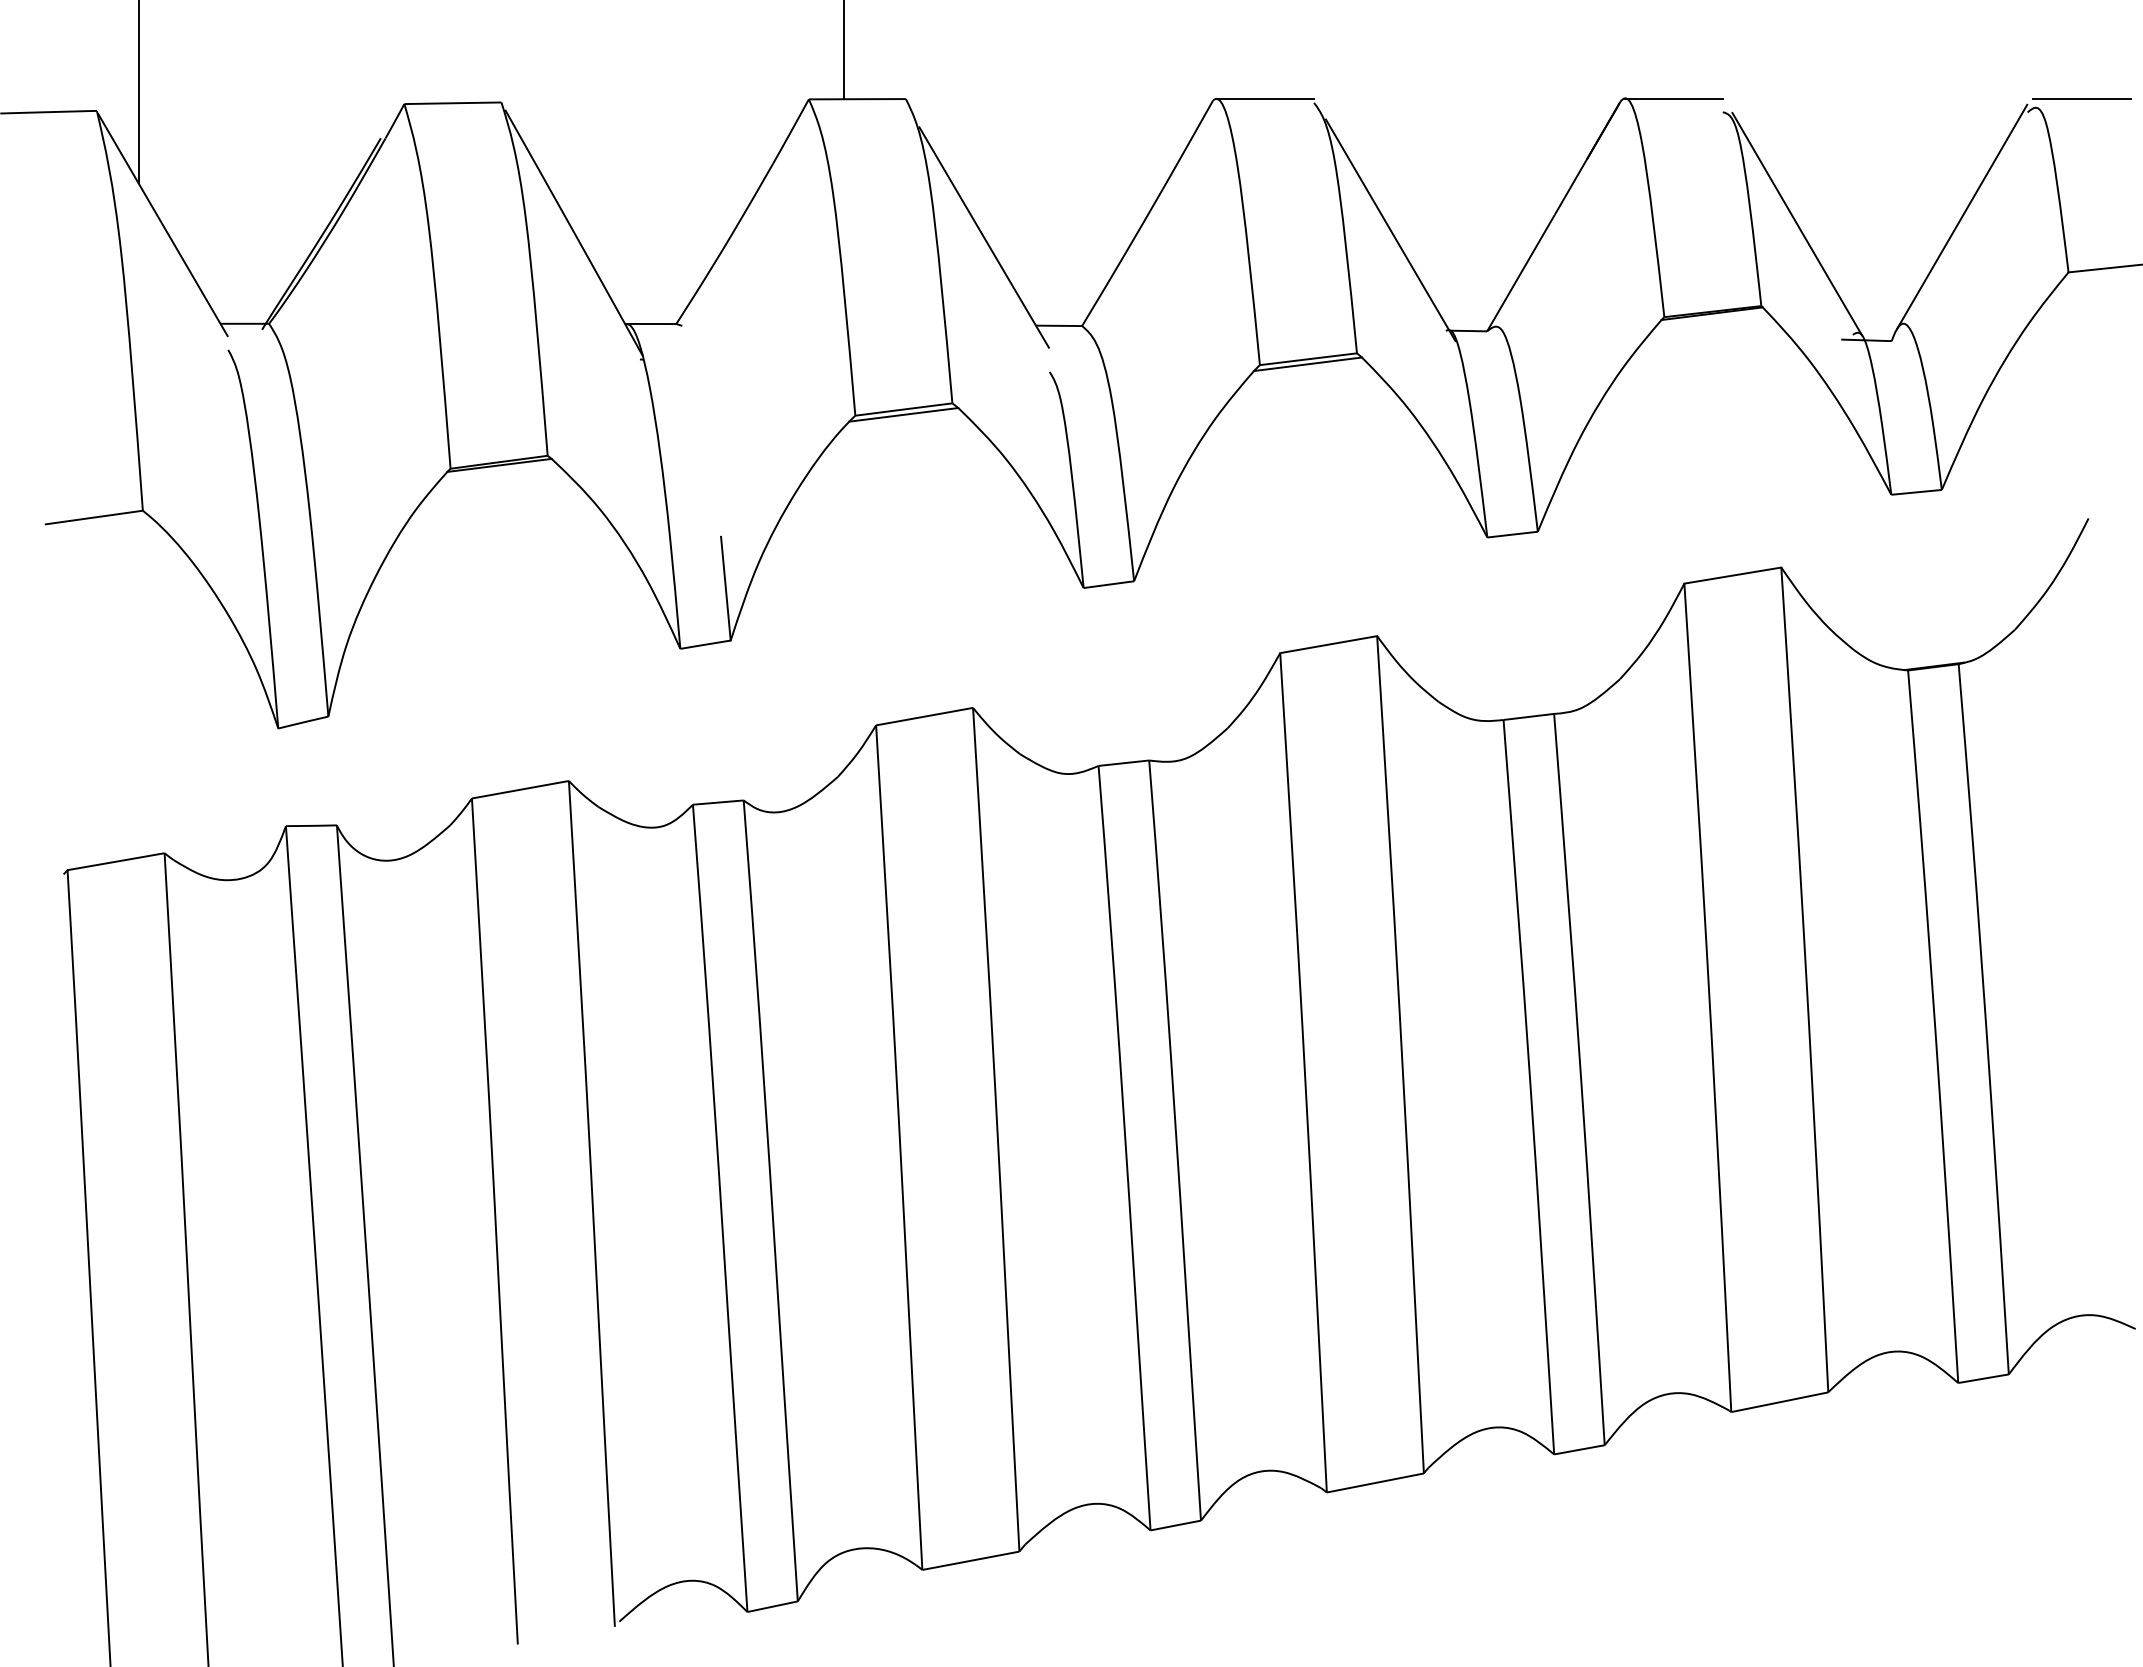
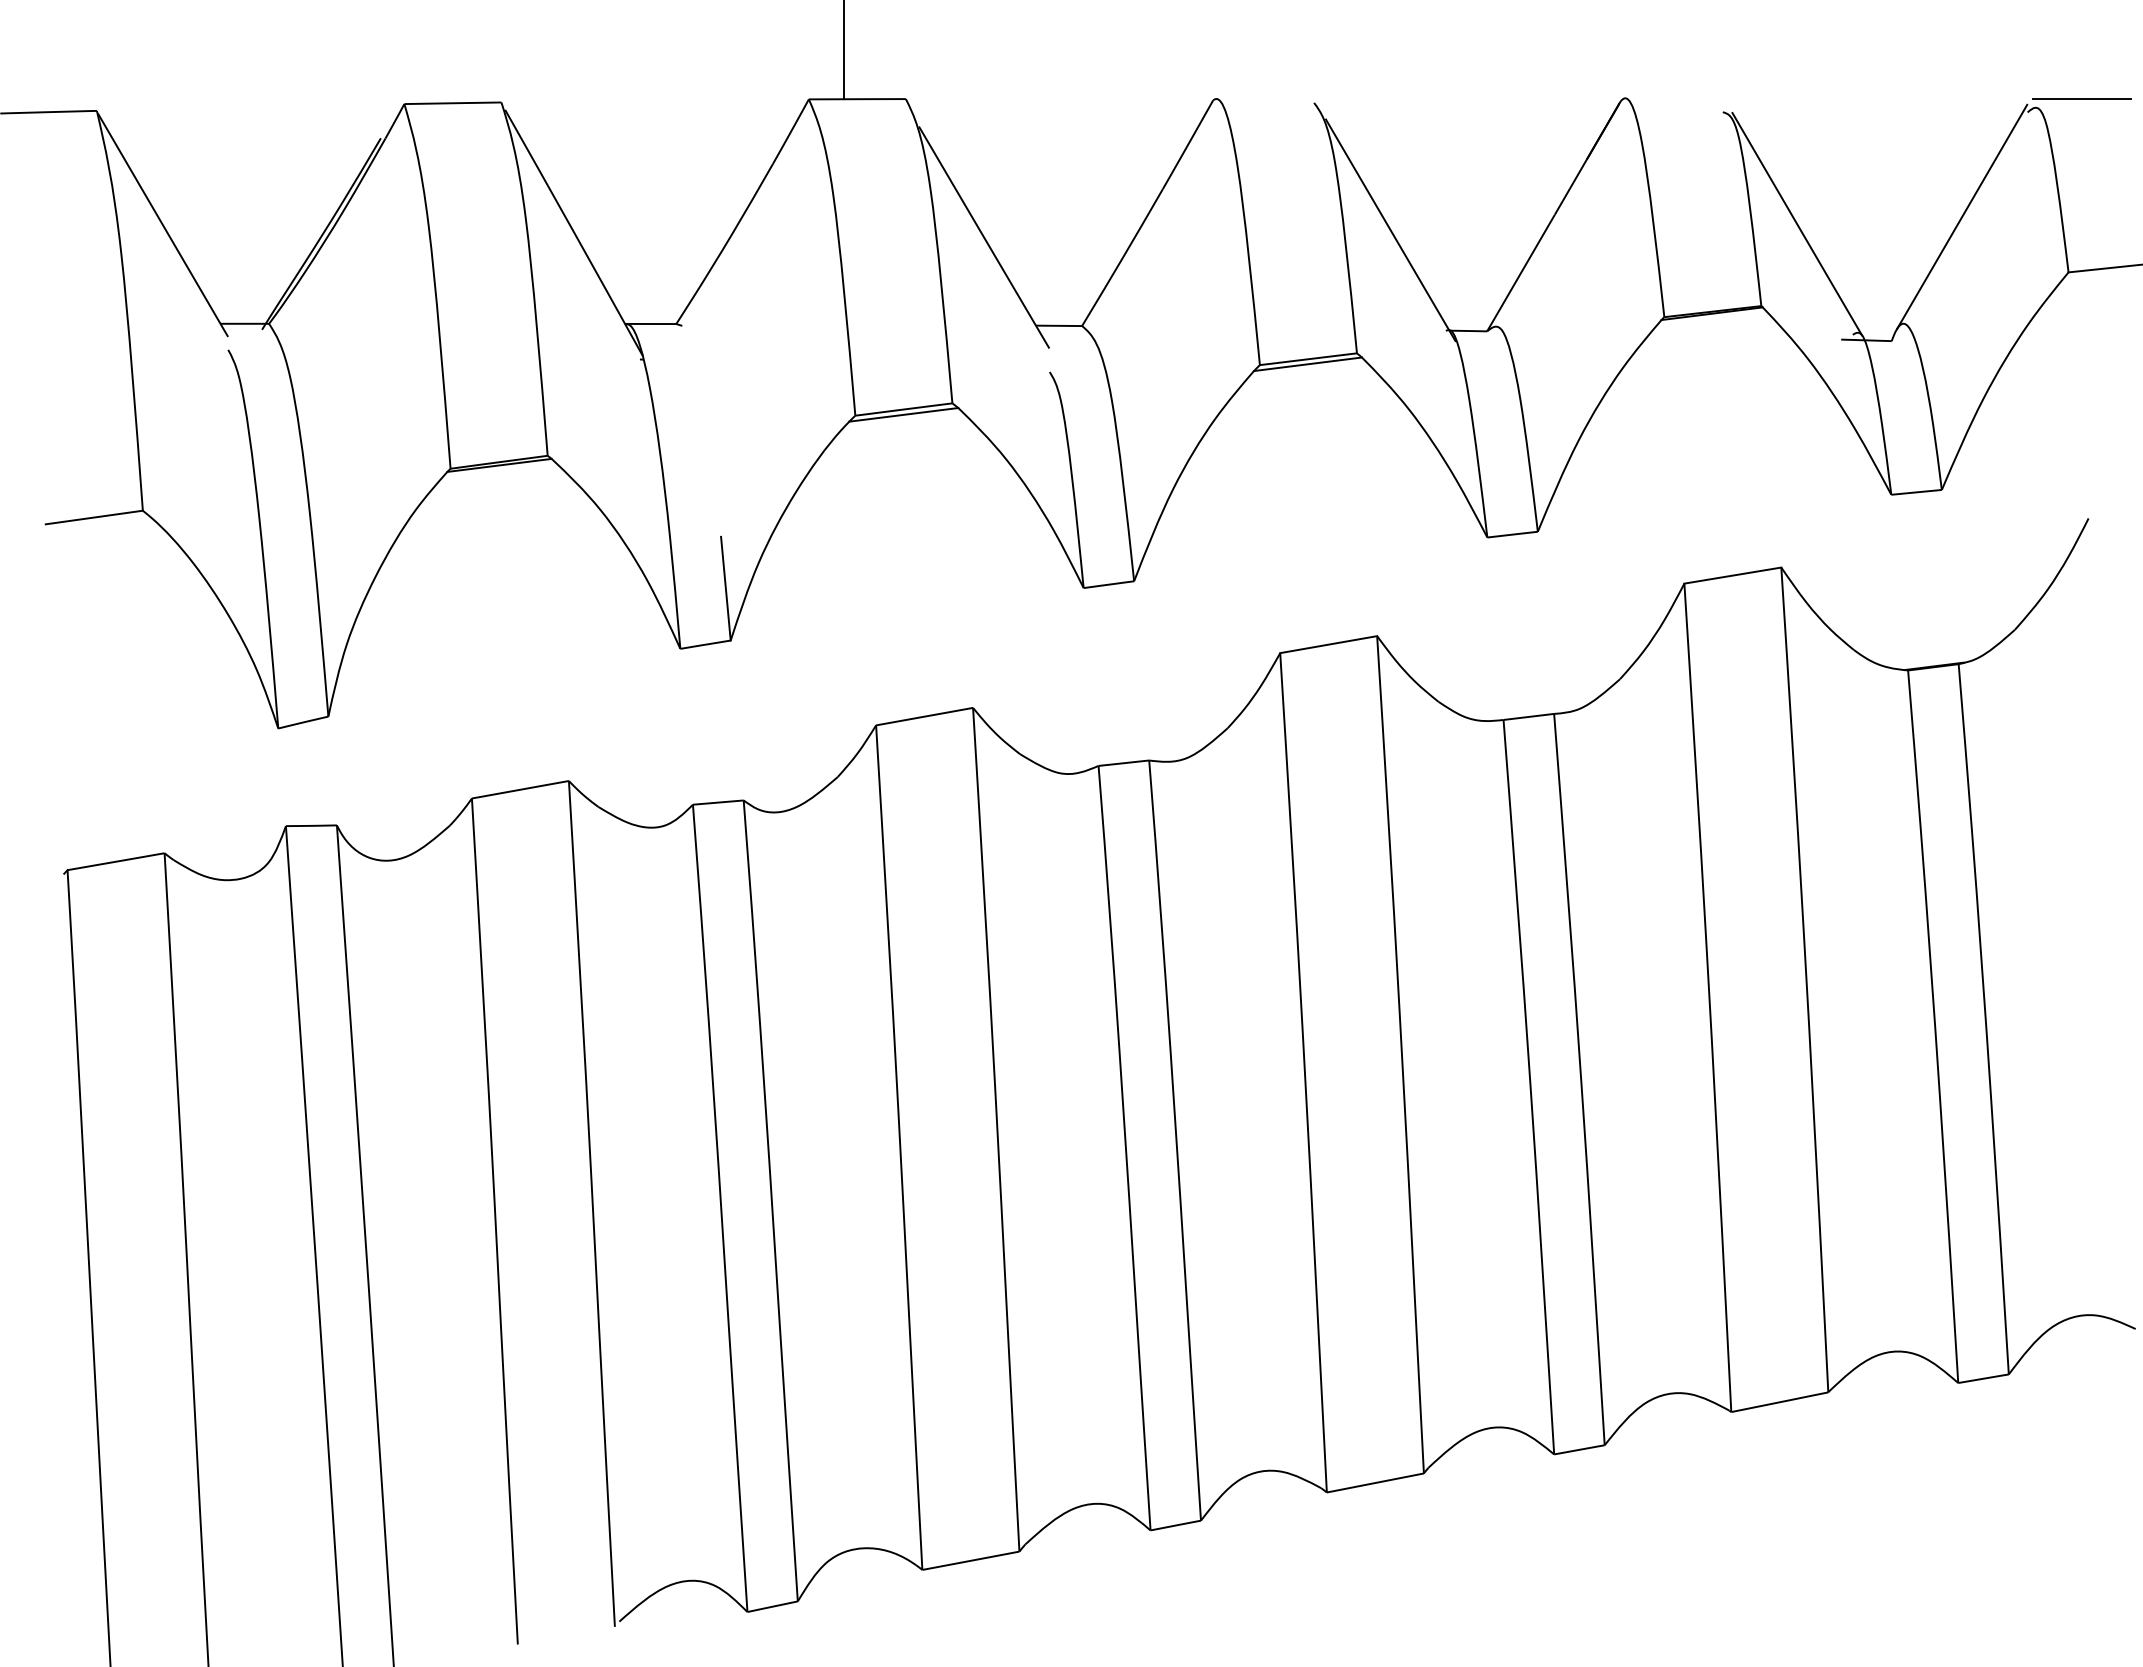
line at (138, 92): present -> none
line at (1265, 99): present -> none
line at (1673, 99): present -> none
